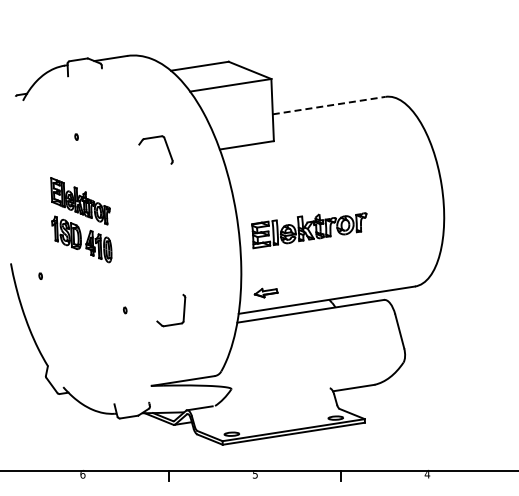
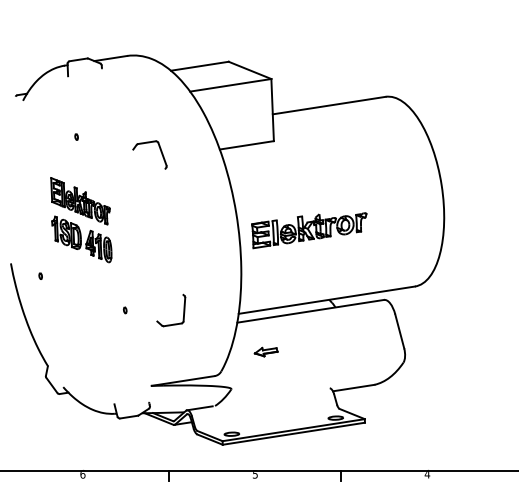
line at (329, 105): dashed -> solid
part at (155, 138) position: (155, 138) -> (149, 143)
part at (265, 292) position: (265, 292) -> (265, 351)
